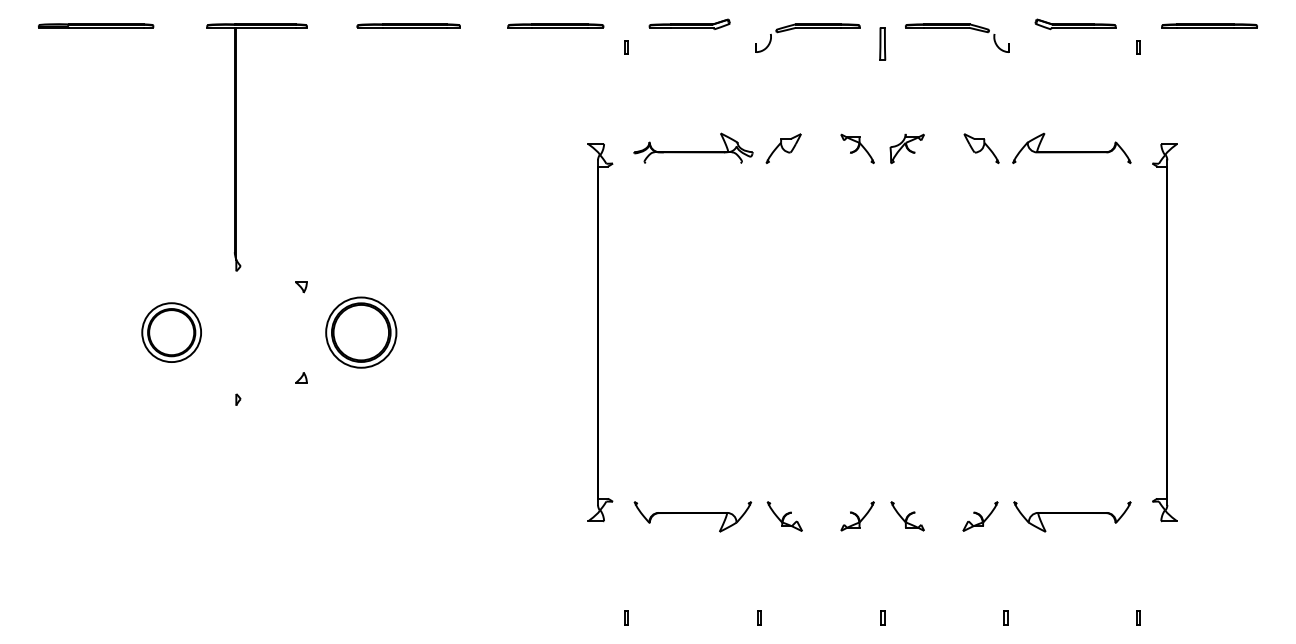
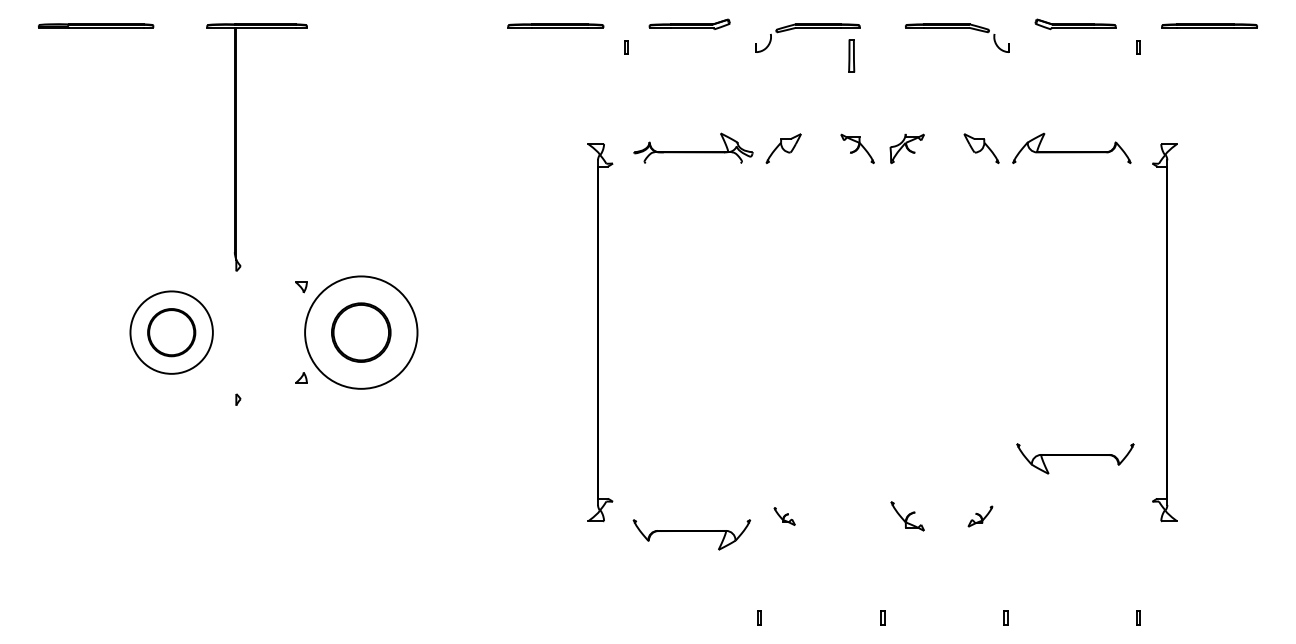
part at (408, 25): present -> none
part at (882, 43) position: (882, 43) -> (851, 55)
circle at (171, 332) diameter: 59 px -> 82 px
circle at (361, 332) diameter: 70 px -> 112 px
part at (692, 516) position: (692, 516) -> (691, 534)
part at (784, 516) size: 37x31 px -> 23x19 px
part at (857, 516): present -> none
part at (980, 516) size: 37x31 px -> 27x23 px
part at (1072, 516) position: (1072, 516) -> (1075, 458)
part at (626, 617): present -> none
